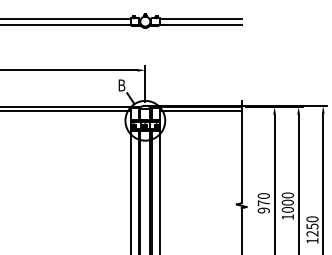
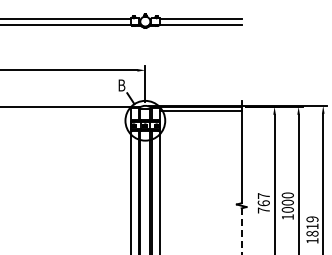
line at (66, 110): present -> none
text at (263, 203): 970 -> 767
text at (312, 226): 1250 -> 1819
line at (241, 231): solid -> dashed
